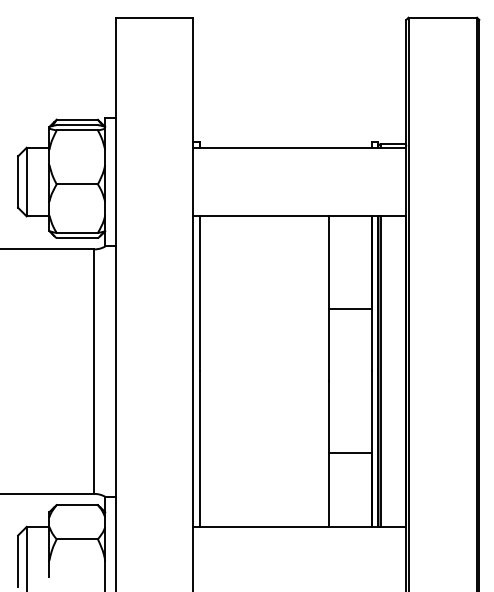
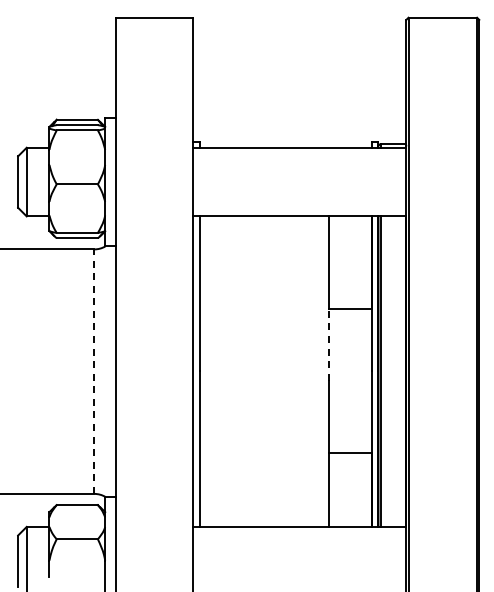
line at (328, 344): solid -> dashed
line at (94, 371): solid -> dashed
